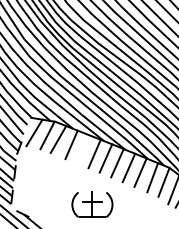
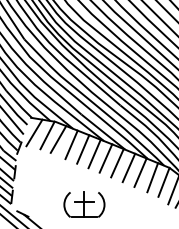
line at (83, 149): none -> present
part at (92, 204) position: (92, 204) -> (84, 204)
